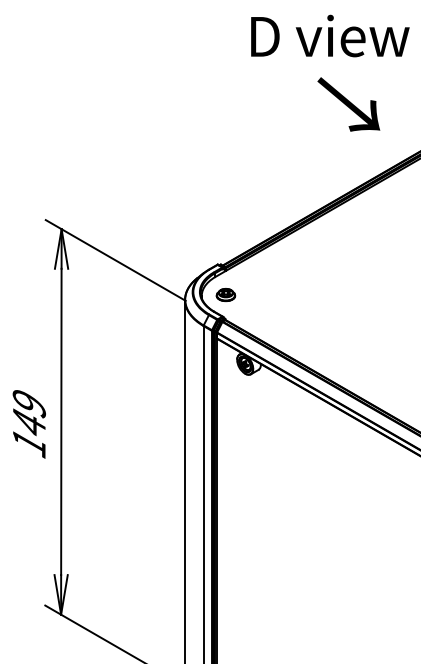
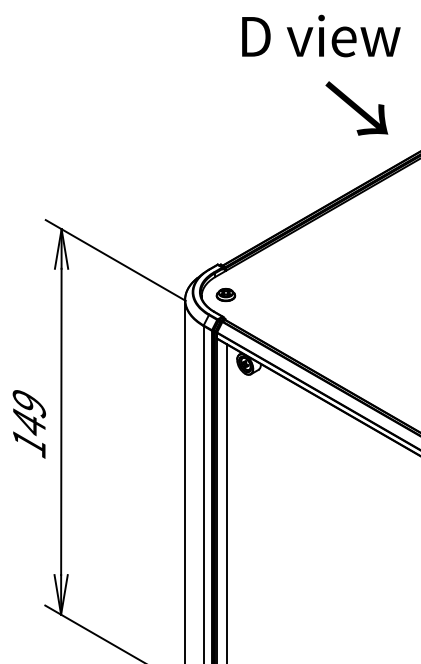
text at (330, 35) position: (330, 35) -> (321, 35)
text at (348, 104) position: (348, 104) -> (356, 108)
line at (226, 502): none -> present
